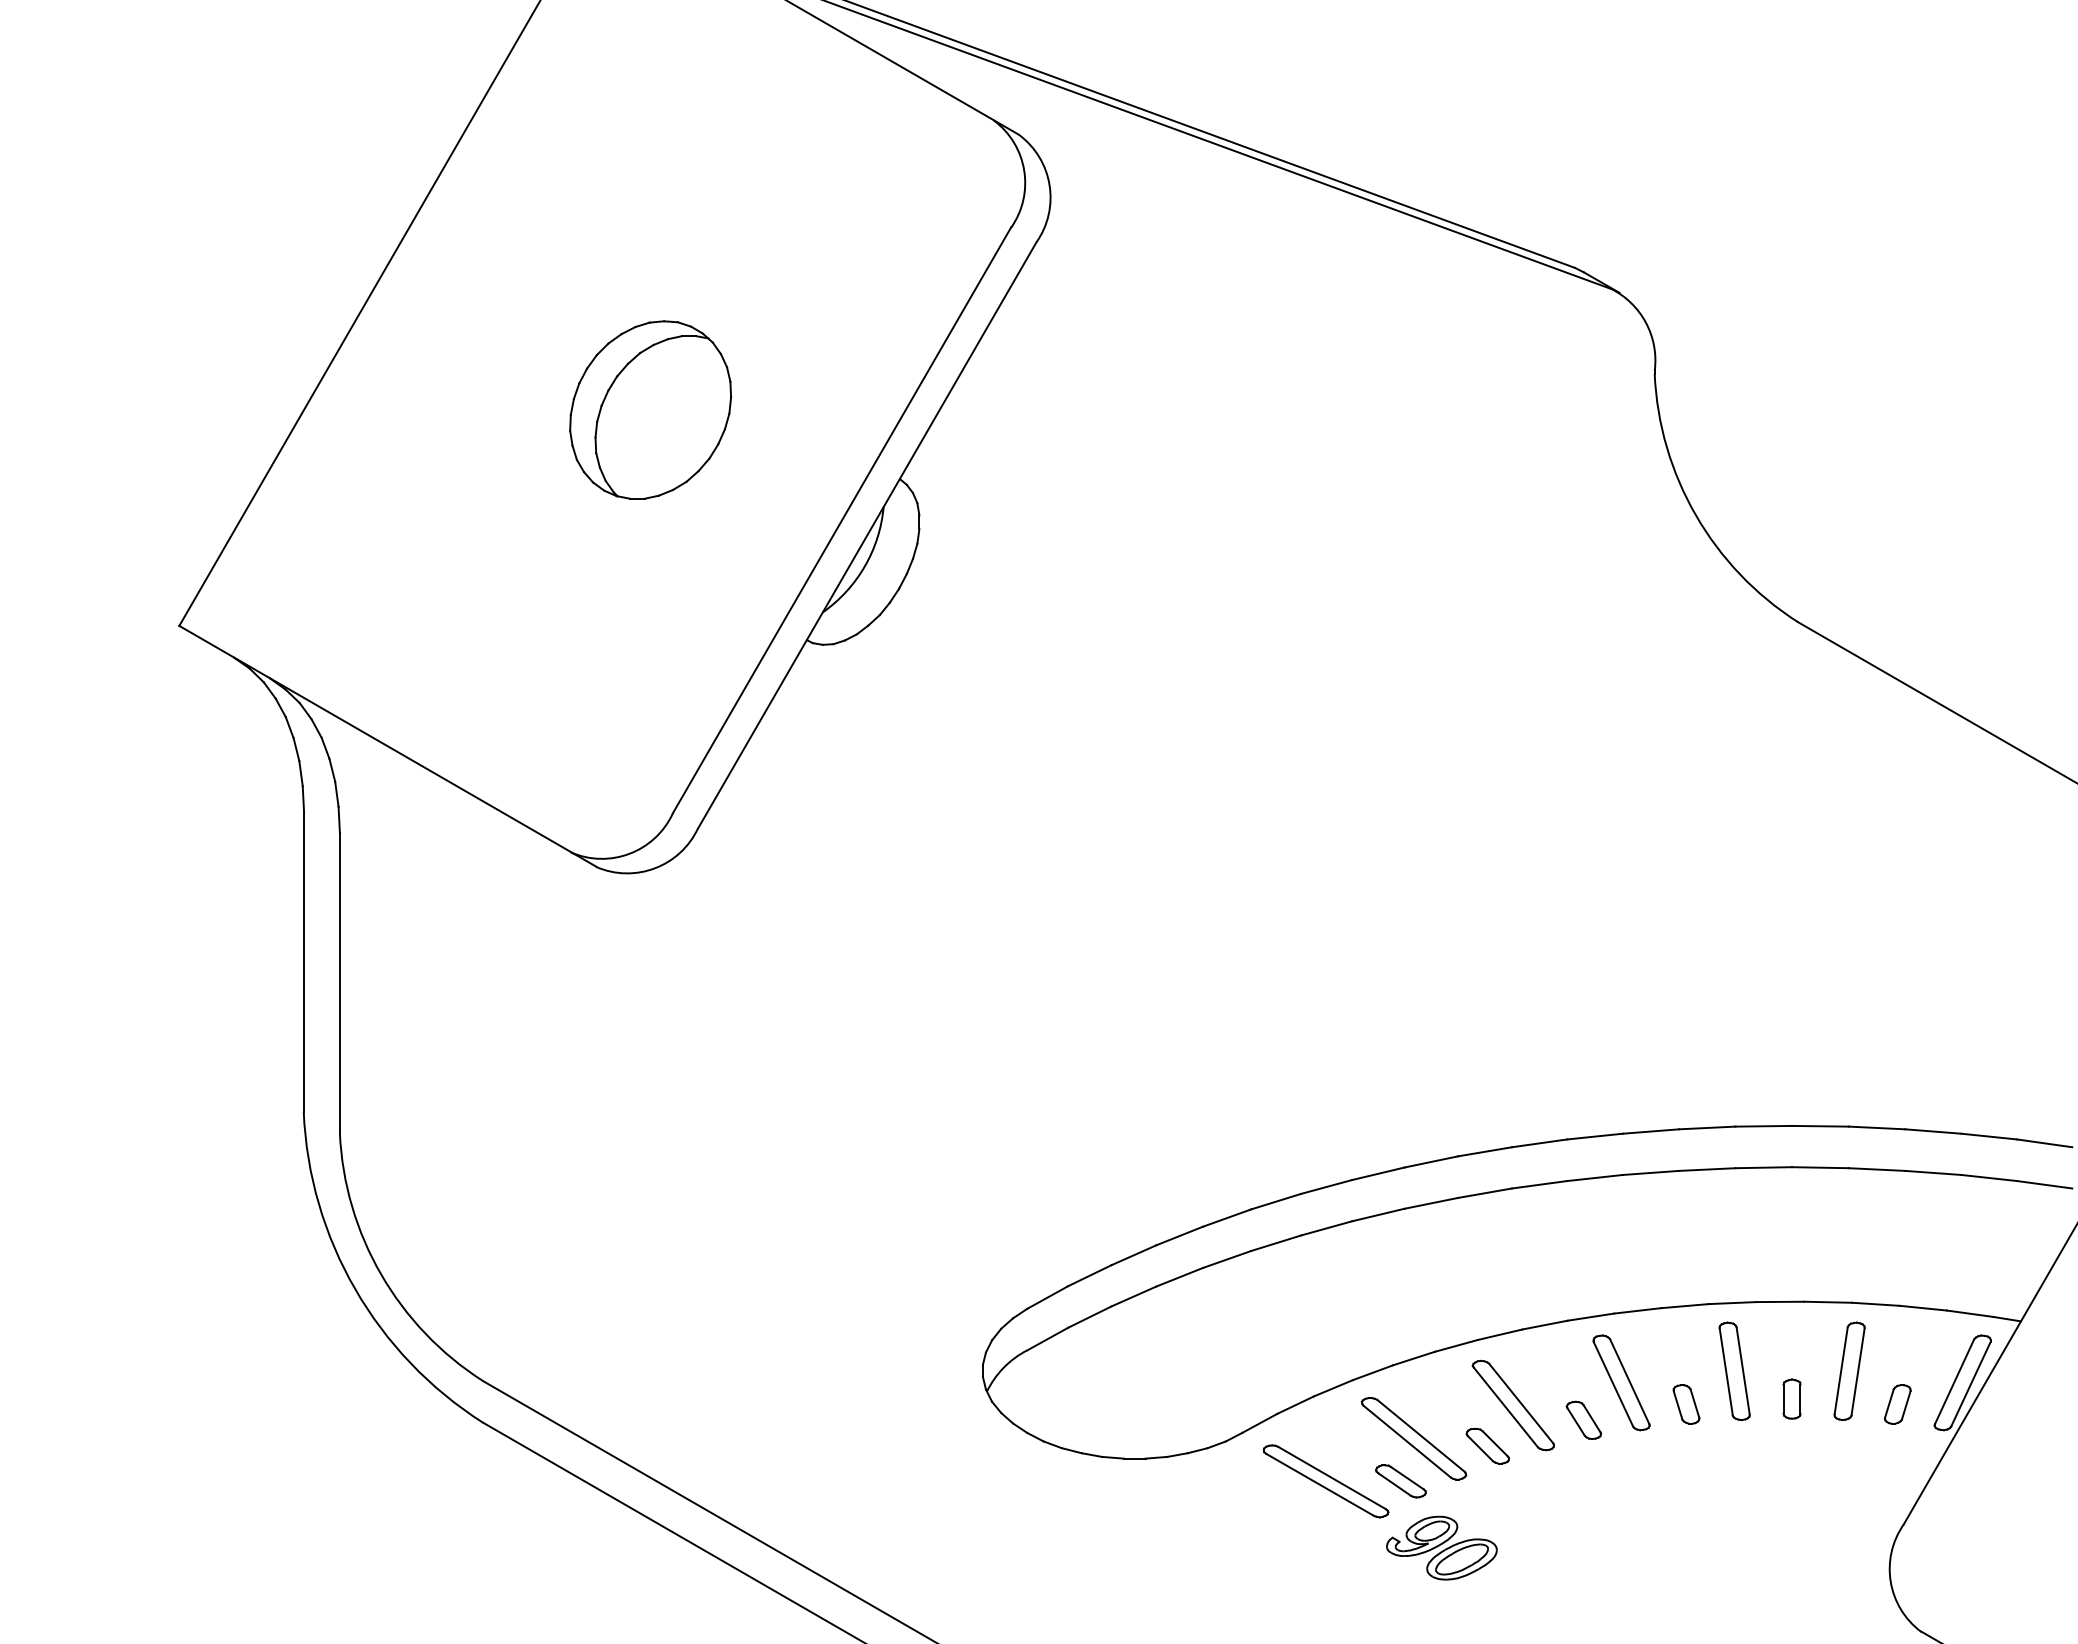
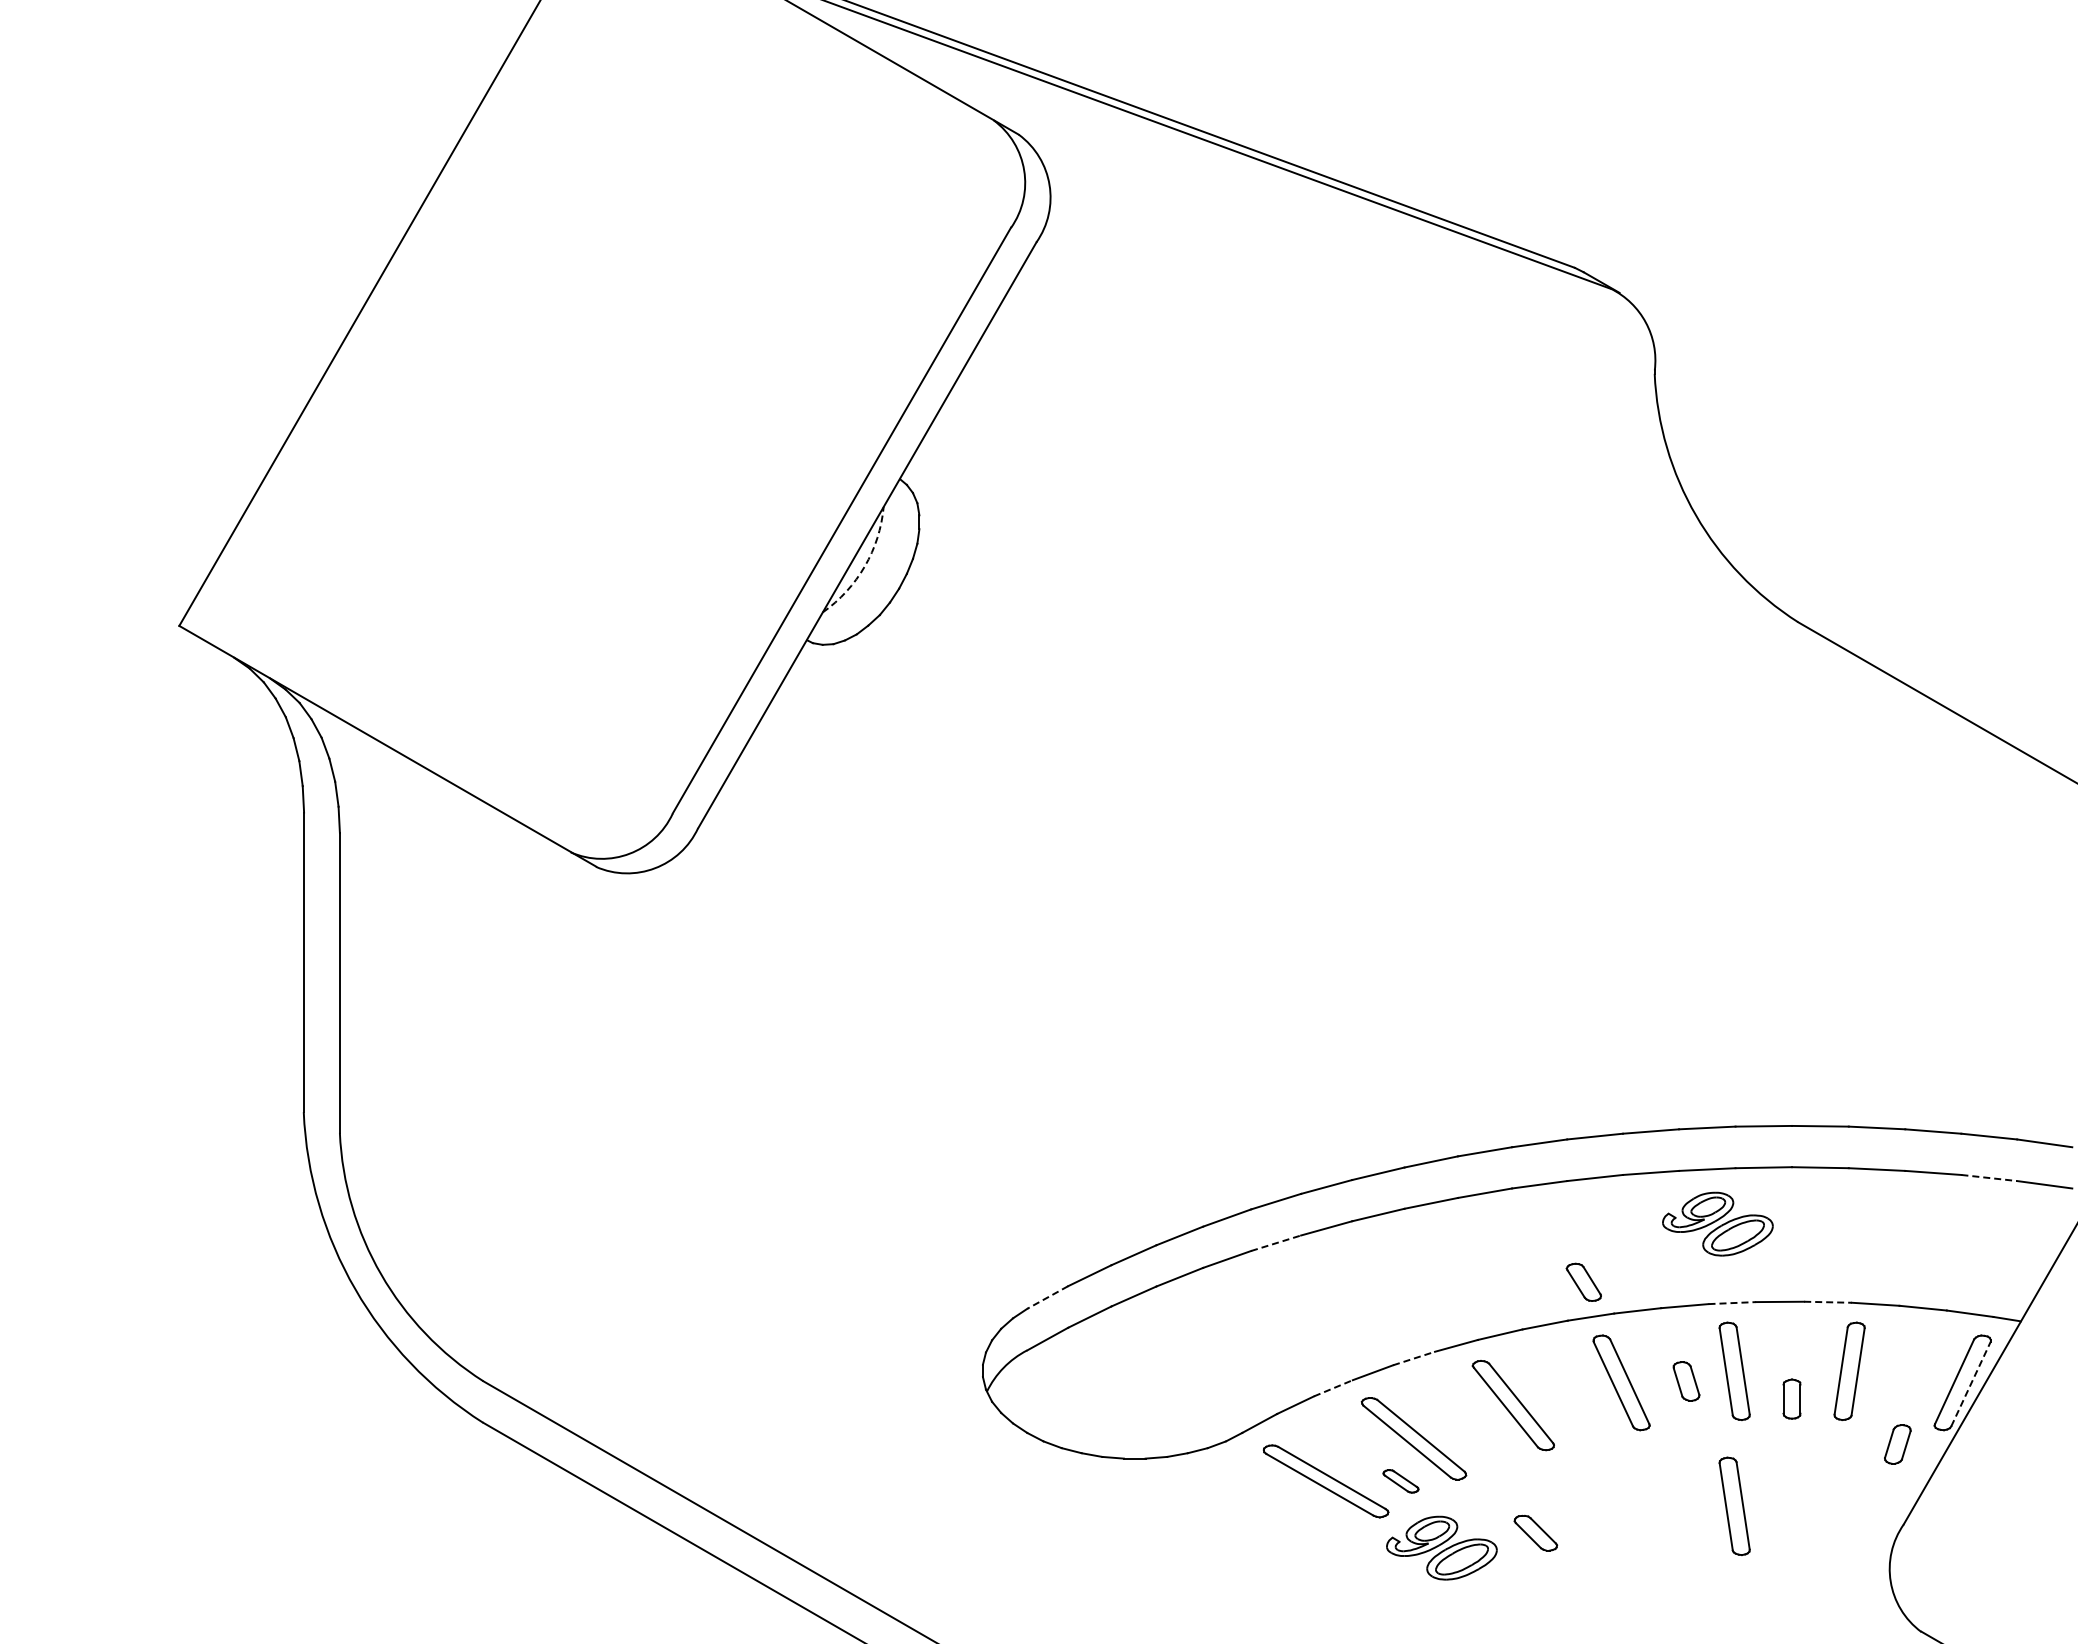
part at (650, 409): present -> none
arc at (864, 566): solid -> dashed
line at (1989, 1178): solid -> dashed
part at (1717, 1223): none -> present
line at (1276, 1243): solid -> dashed
line at (1047, 1297): solid -> dashed
line at (1828, 1302): solid -> dashed
line at (1732, 1303): solid -> dashed
line at (1414, 1358): solid -> dashed
line at (1971, 1384): solid -> dashed
line at (1333, 1388): solid -> dashed
part at (1686, 1404) position: (1686, 1404) -> (1686, 1381)
part at (1897, 1404) position: (1897, 1404) -> (1897, 1444)
part at (1583, 1419) position: (1583, 1419) -> (1583, 1281)
part at (1487, 1445) position: (1487, 1445) -> (1535, 1532)
part at (1400, 1481) size: 52x35 px -> 38x25 px
part at (1734, 1505): none -> present
